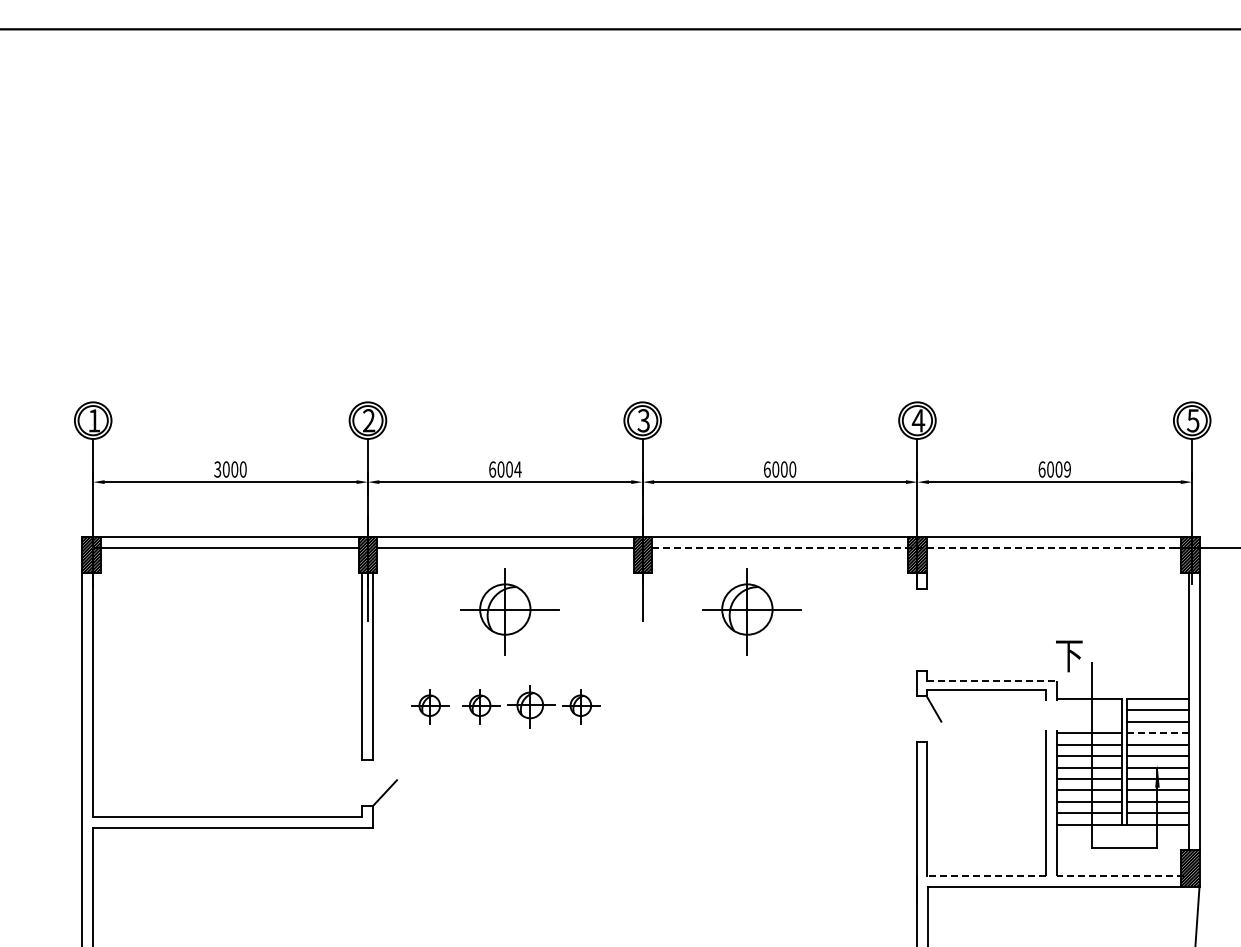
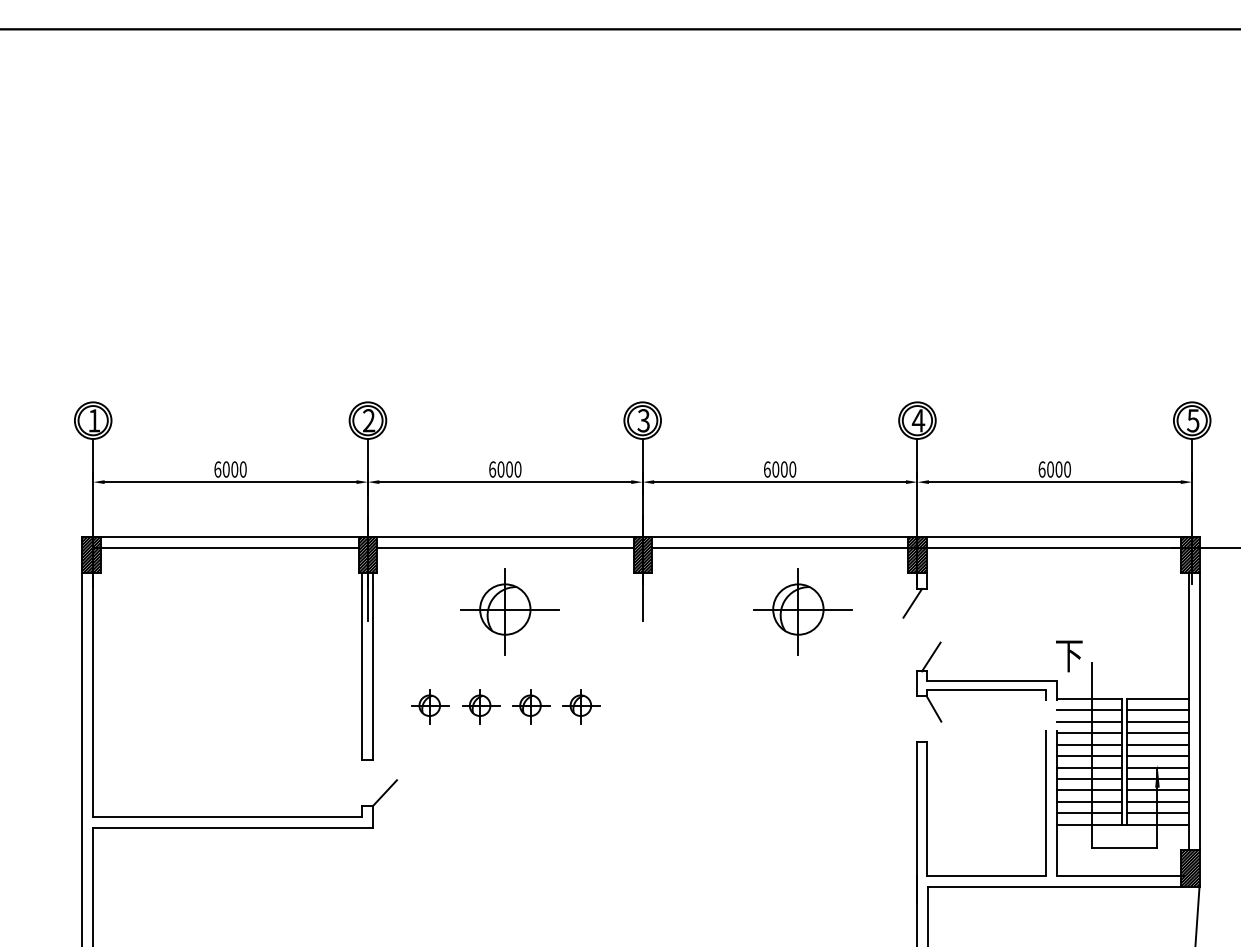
text at (217, 469): 3000 -> 6000
text at (517, 469): 6004 -> 6000
text at (1067, 469): 6009 -> 6000
line at (916, 547): dashed -> solid
line at (912, 602): none -> present
part at (751, 611) position: (751, 611) -> (802, 611)
line at (931, 656): none -> present
line at (992, 680): dashed -> solid
part at (531, 706) size: 49x44 px -> 39x36 px
line at (1089, 710): none -> present
line at (1089, 721): none -> present
line at (1157, 733): dashed -> solid
line at (986, 875): dashed -> solid
line at (1120, 875): dashed -> solid
